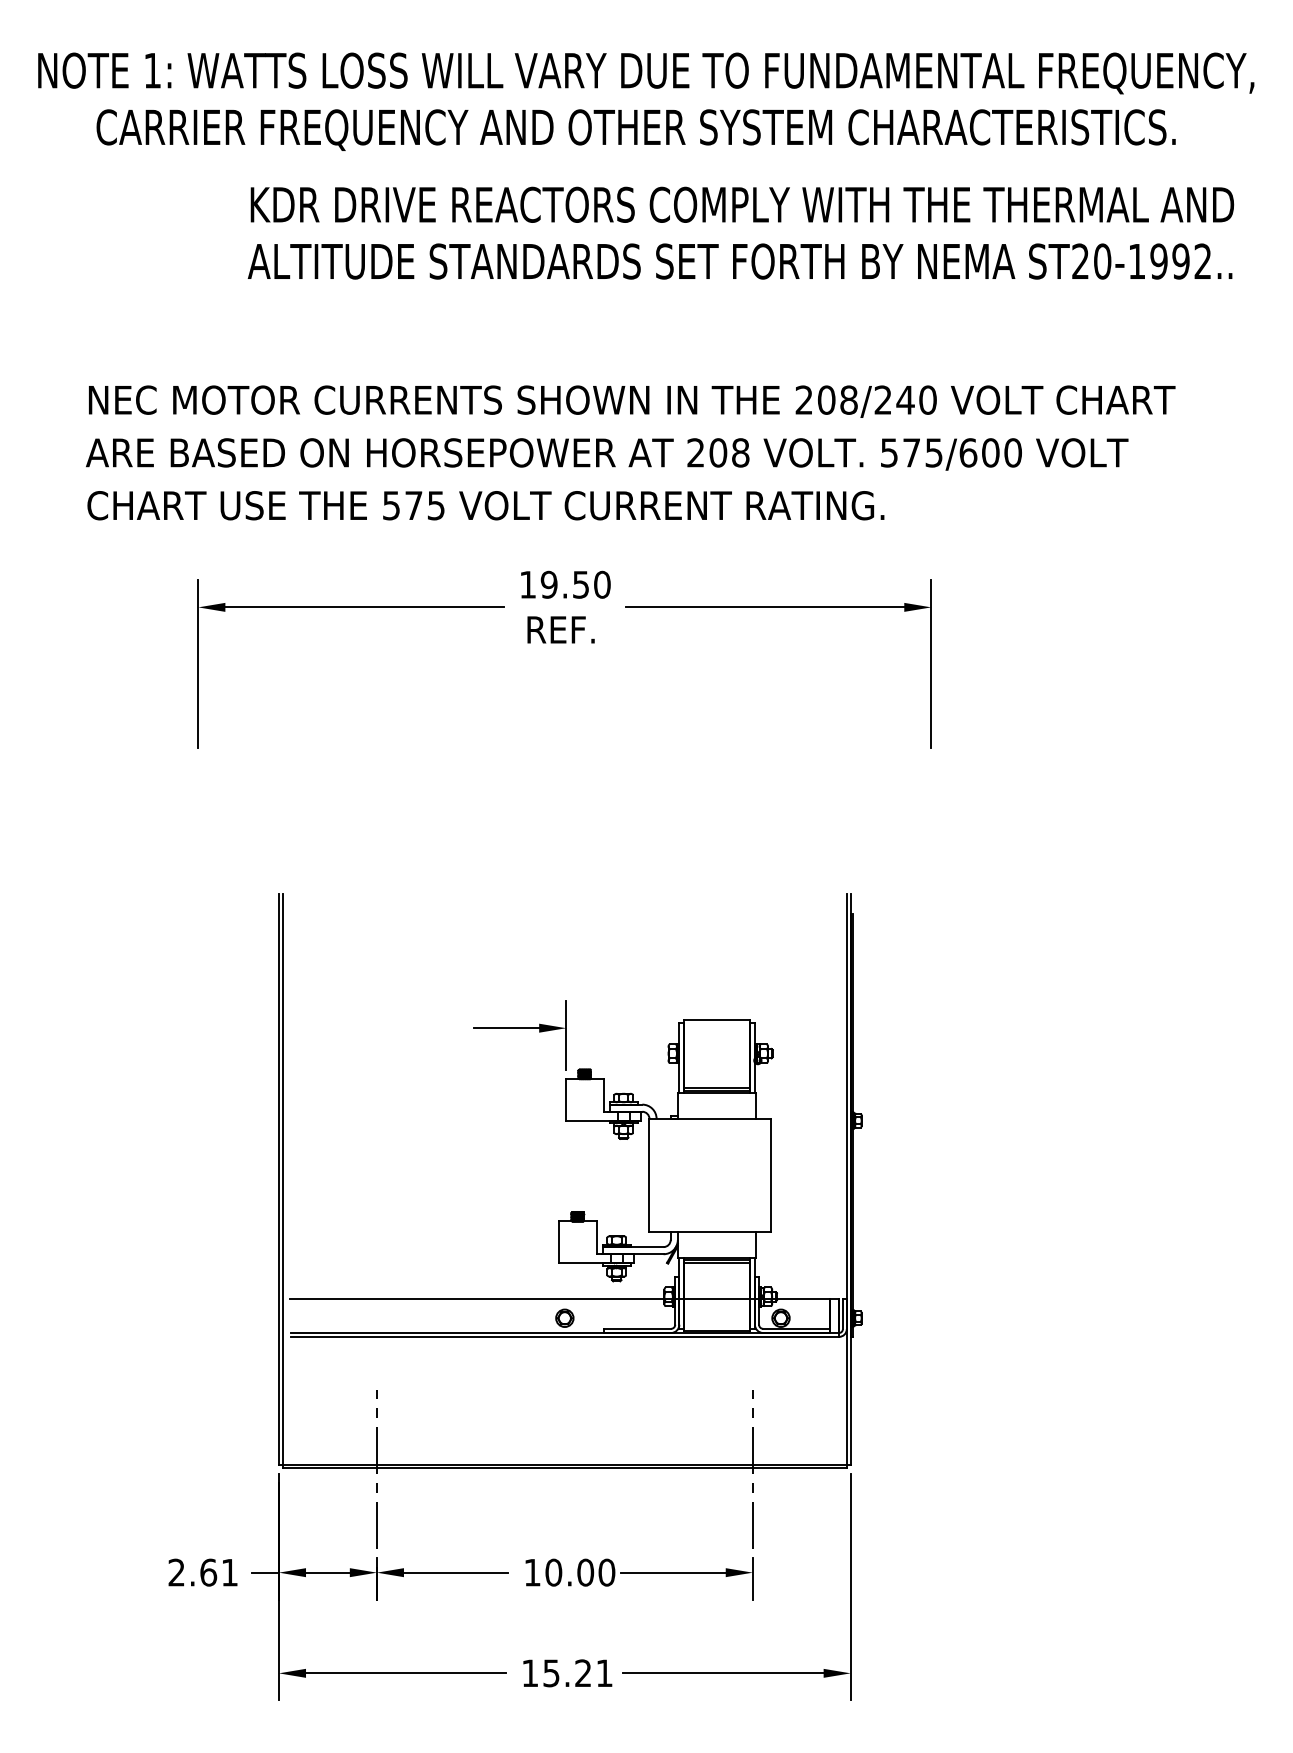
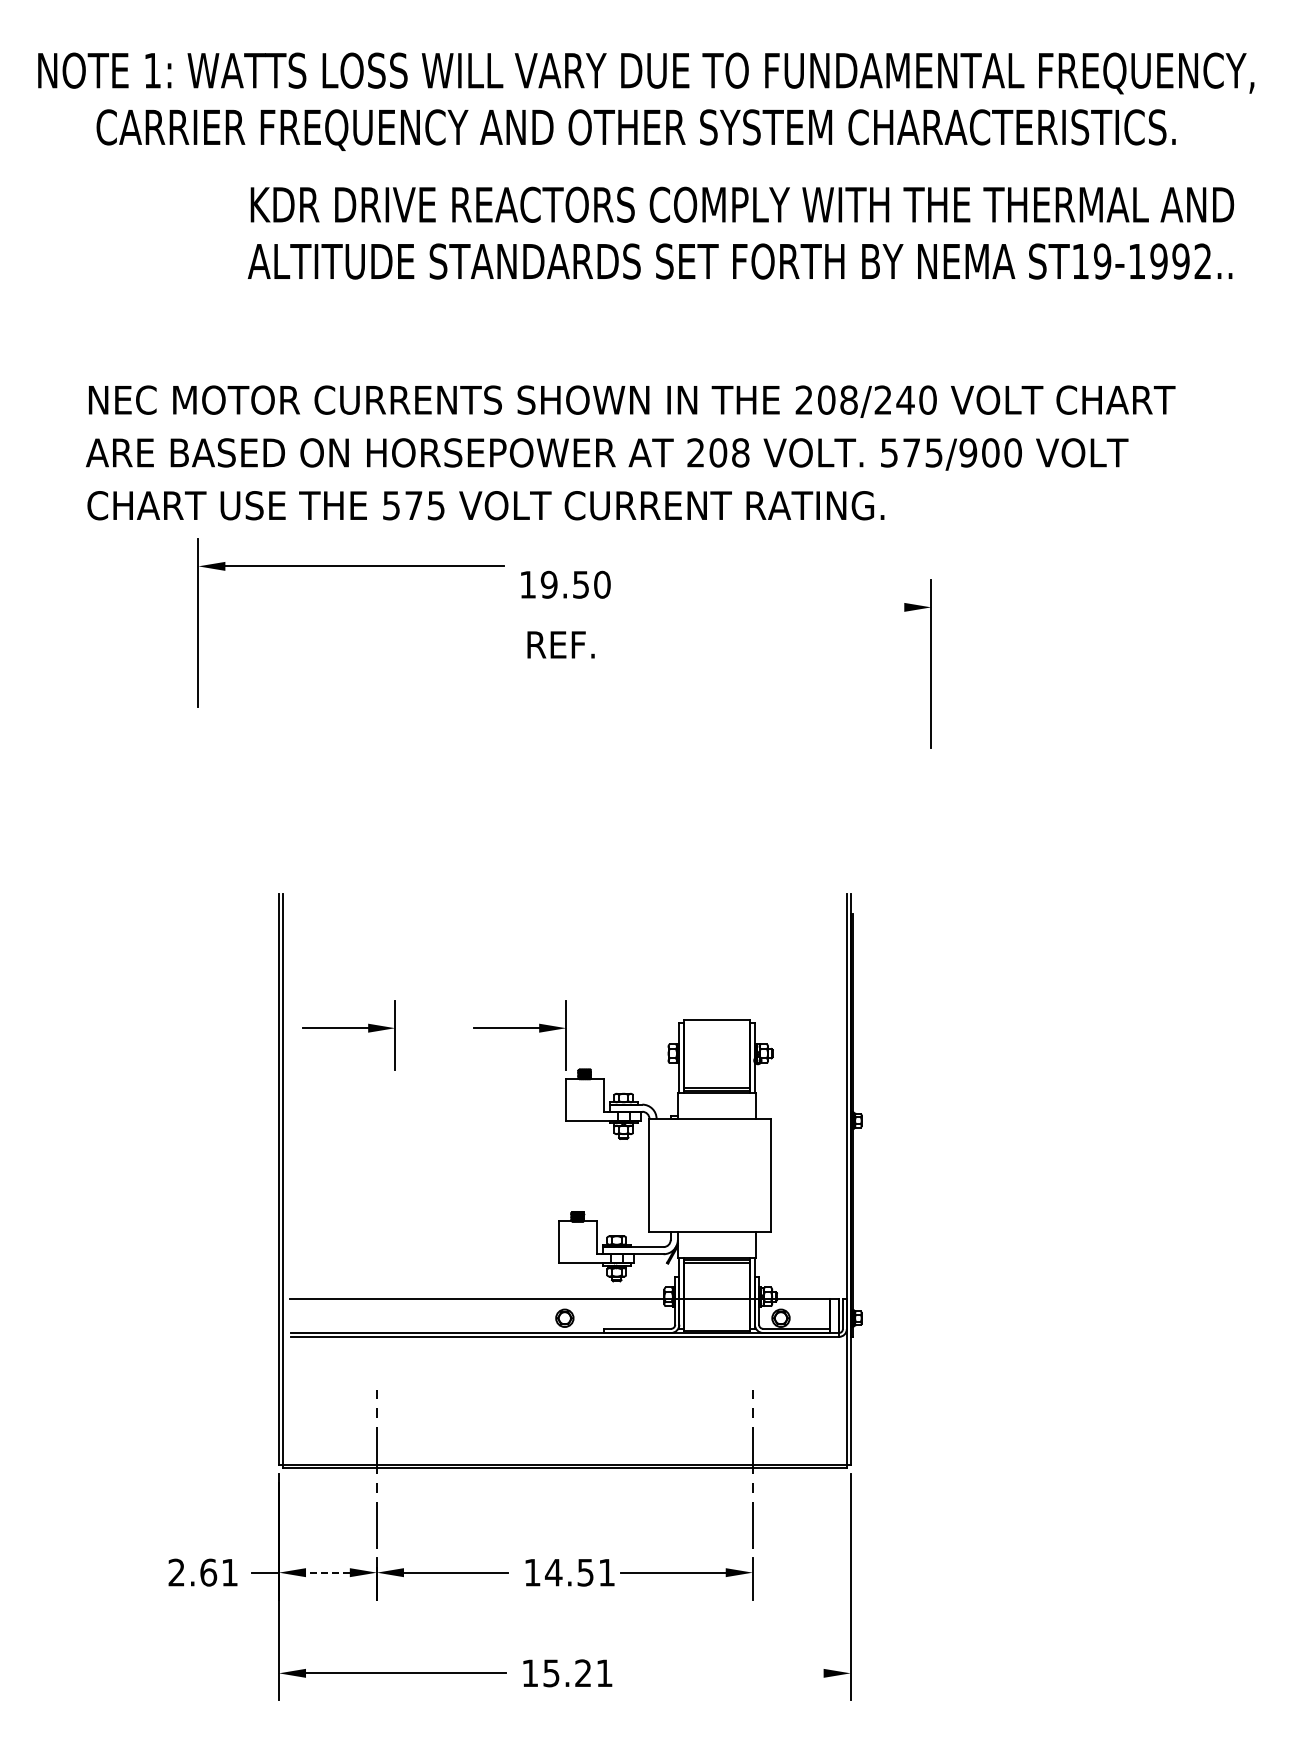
text at (1091, 261): ST20-1992.. -> ST19-1992..
text at (968, 452): 575/600 -> 575/900
part at (350, 607) position: (350, 607) -> (350, 566)
line at (764, 607): present -> none
text at (560, 629) position: (560, 629) -> (560, 644)
part at (348, 1028): none -> present
line at (327, 1572): solid -> dashed
text at (579, 1572): 10.00 -> 14.51
line at (723, 1673): present -> none
